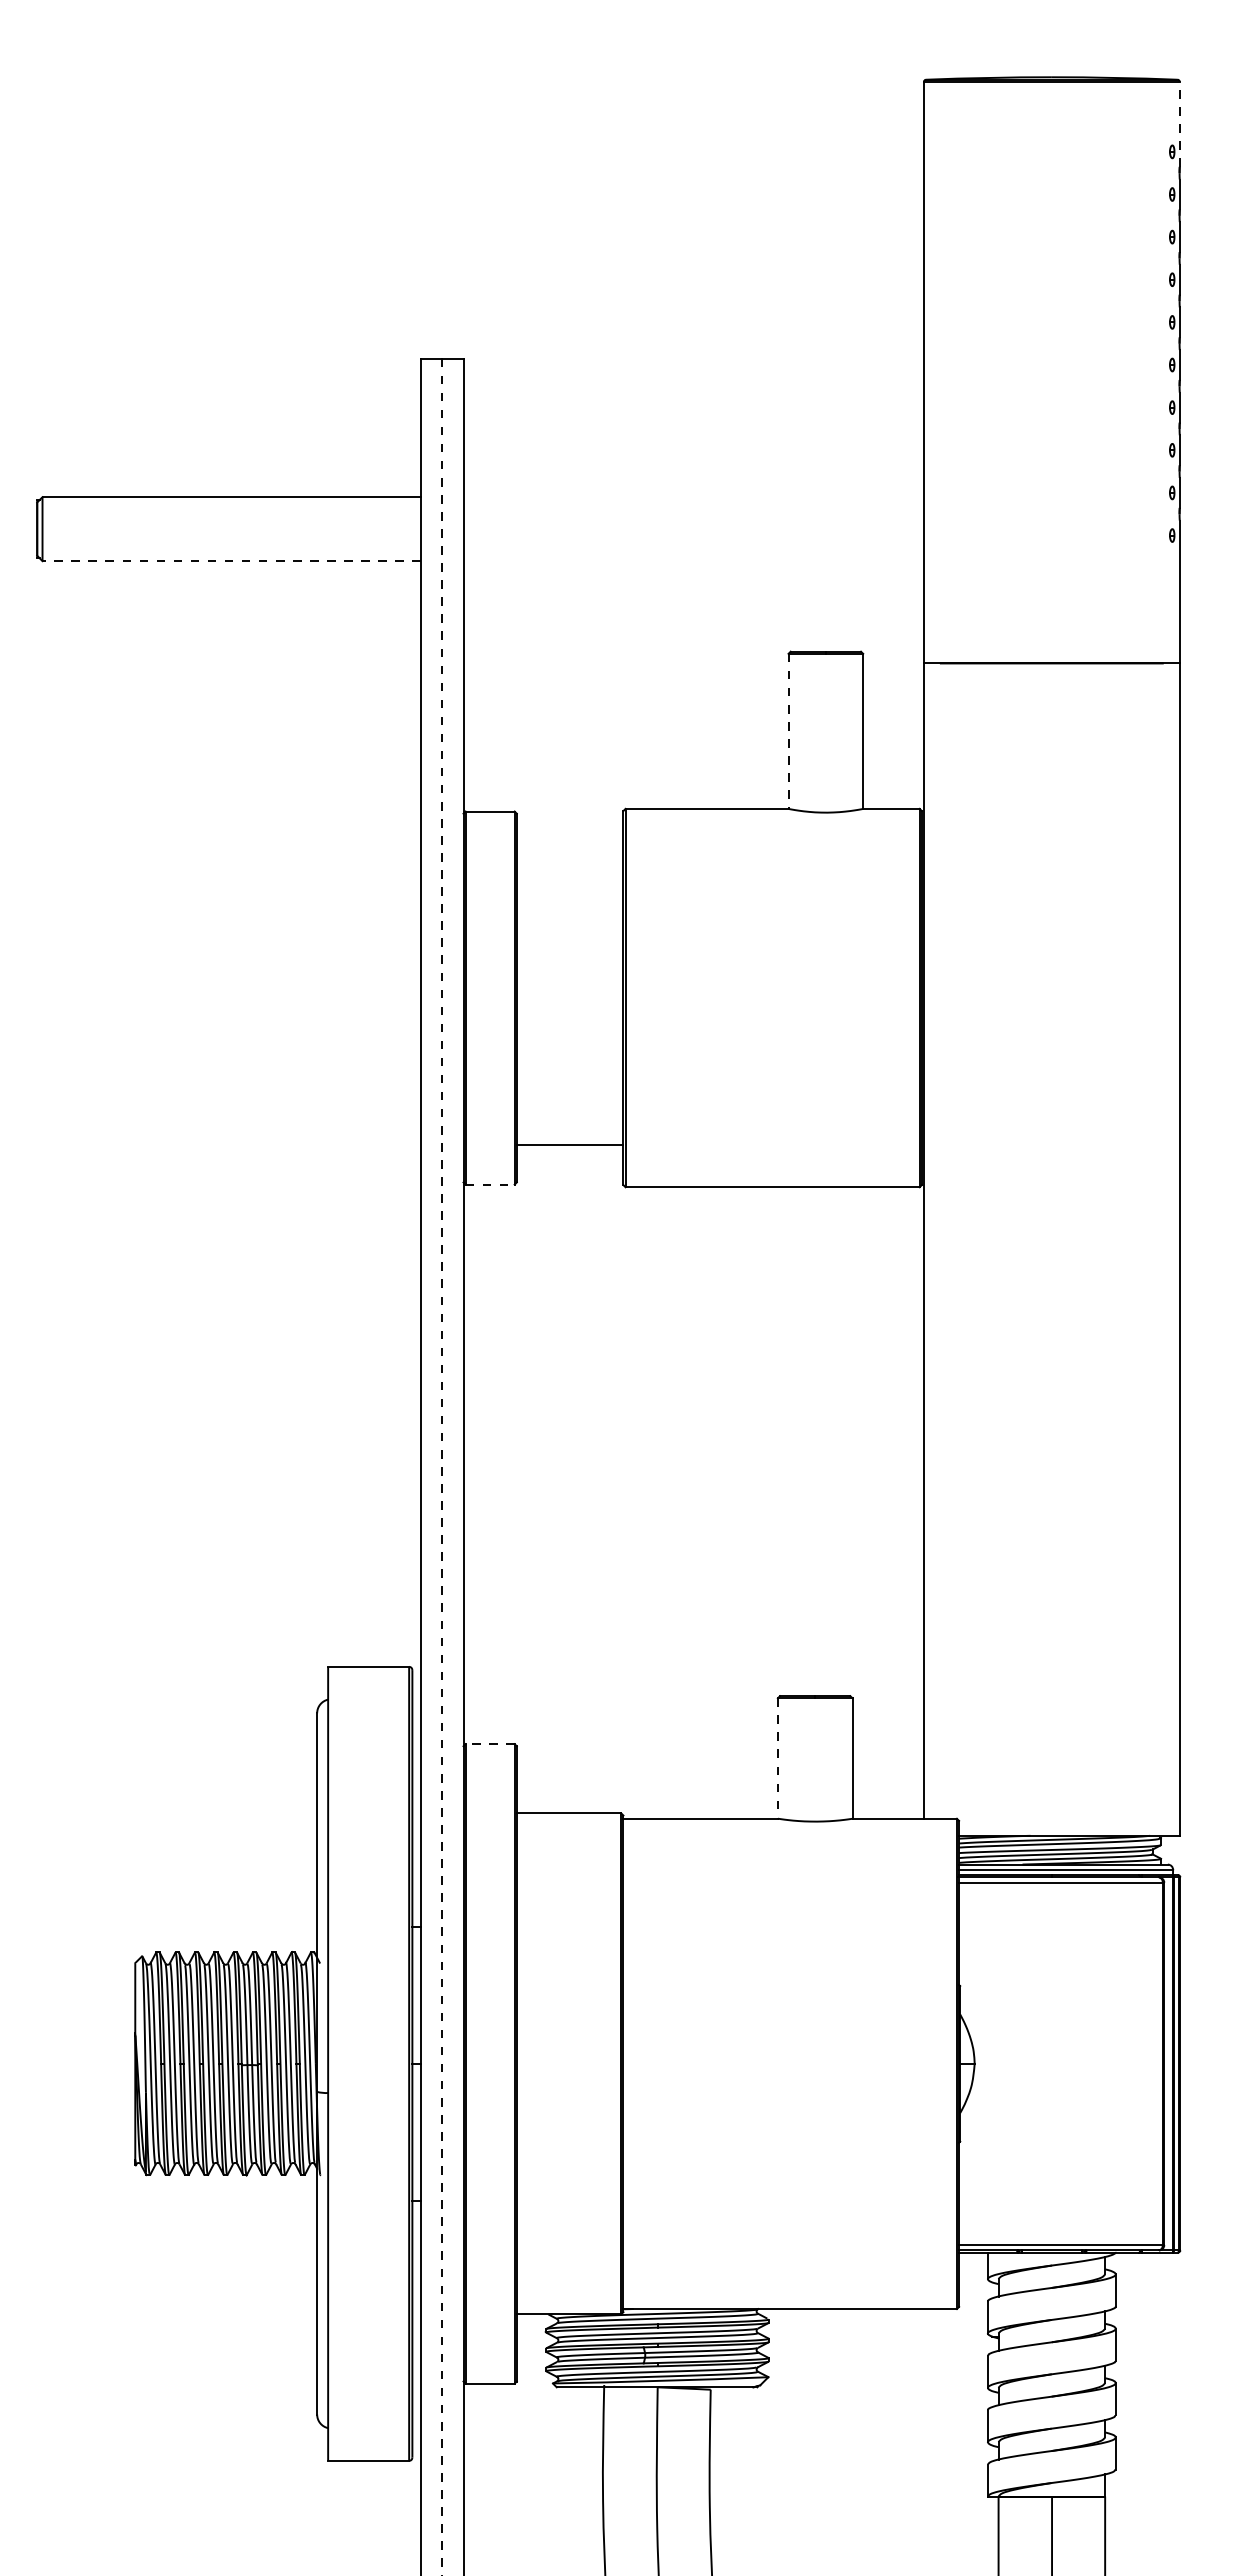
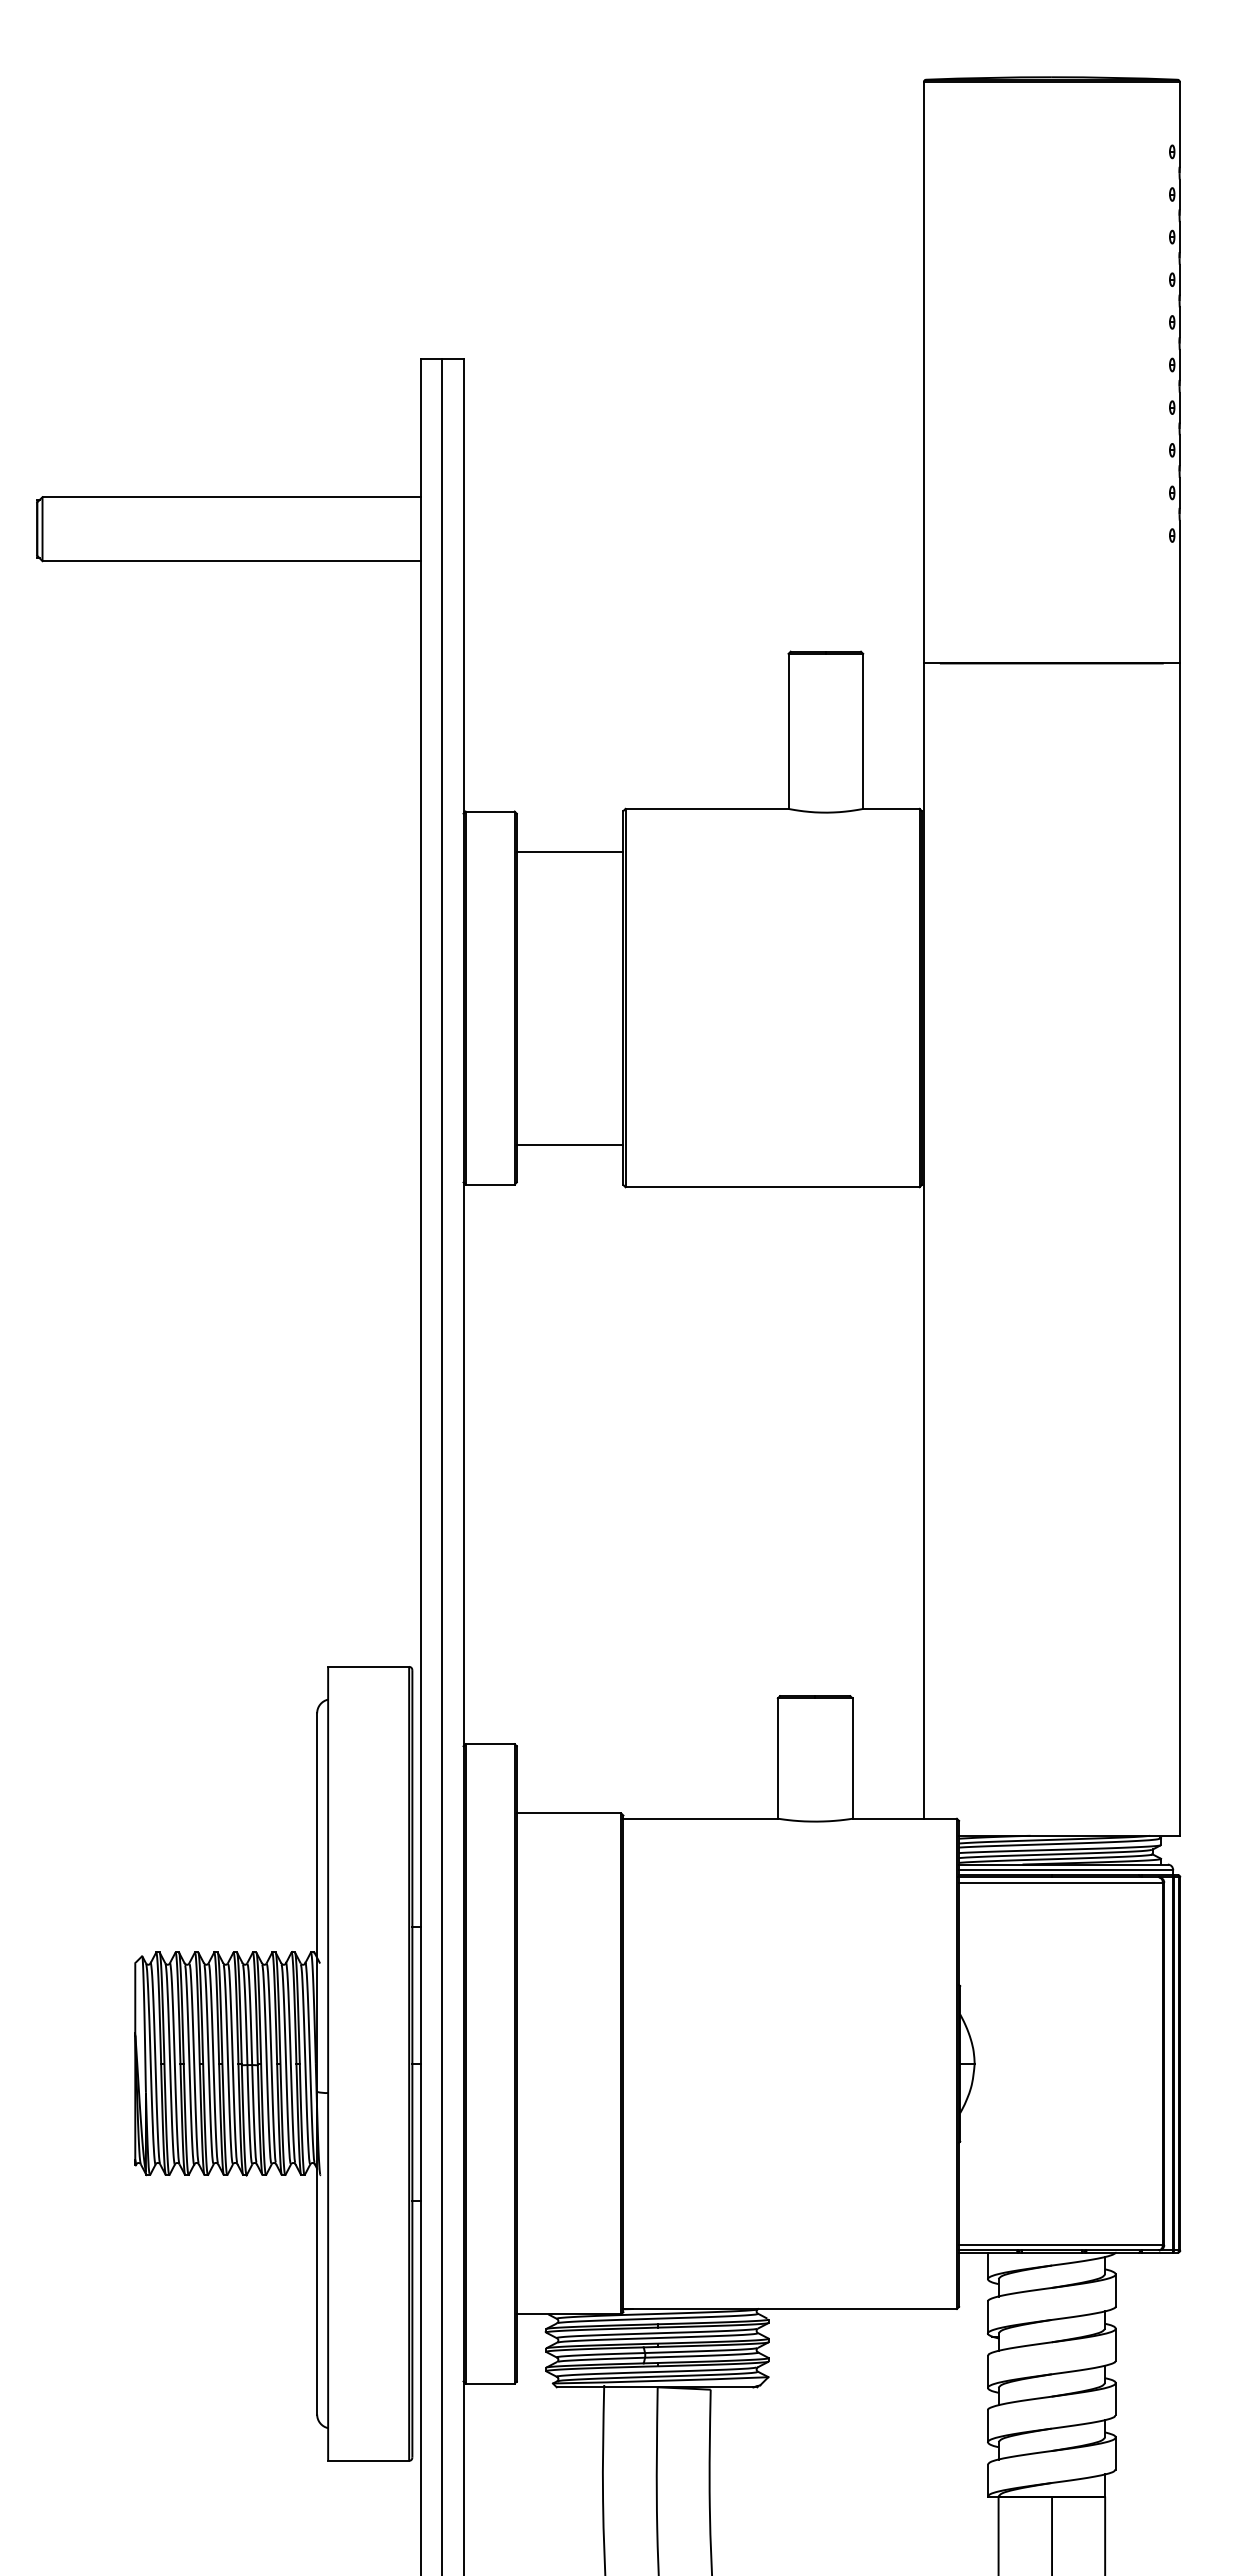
line at (1179, 123): dashed -> solid
line at (231, 561): dashed -> solid
line at (788, 731): dashed -> solid
line at (569, 851): none -> present
line at (490, 1184): dashed -> solid
line at (442, 1467): dashed -> solid
line at (490, 1744): dashed -> solid
line at (777, 1759): dashed -> solid
